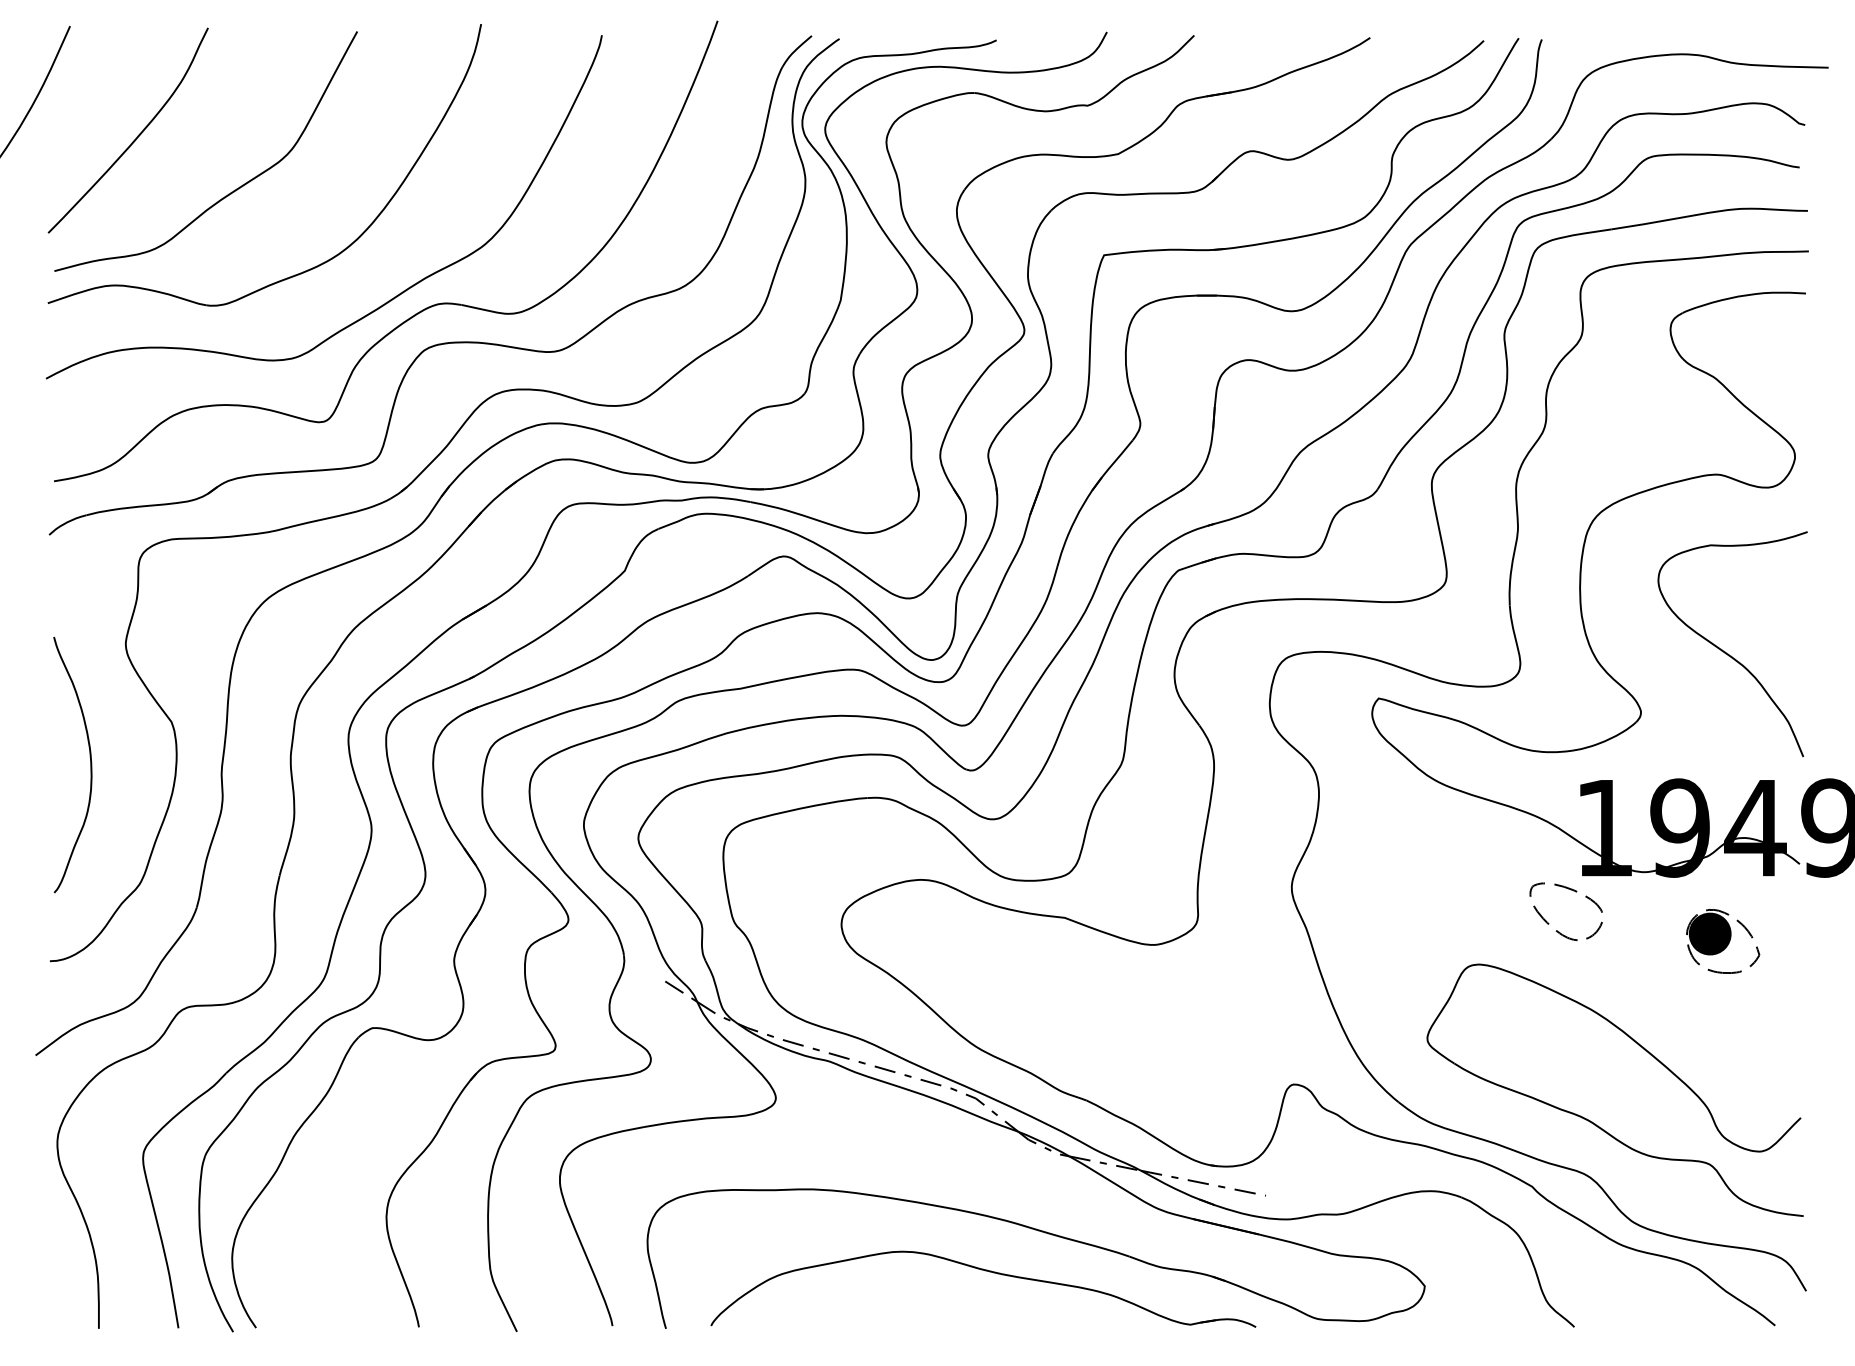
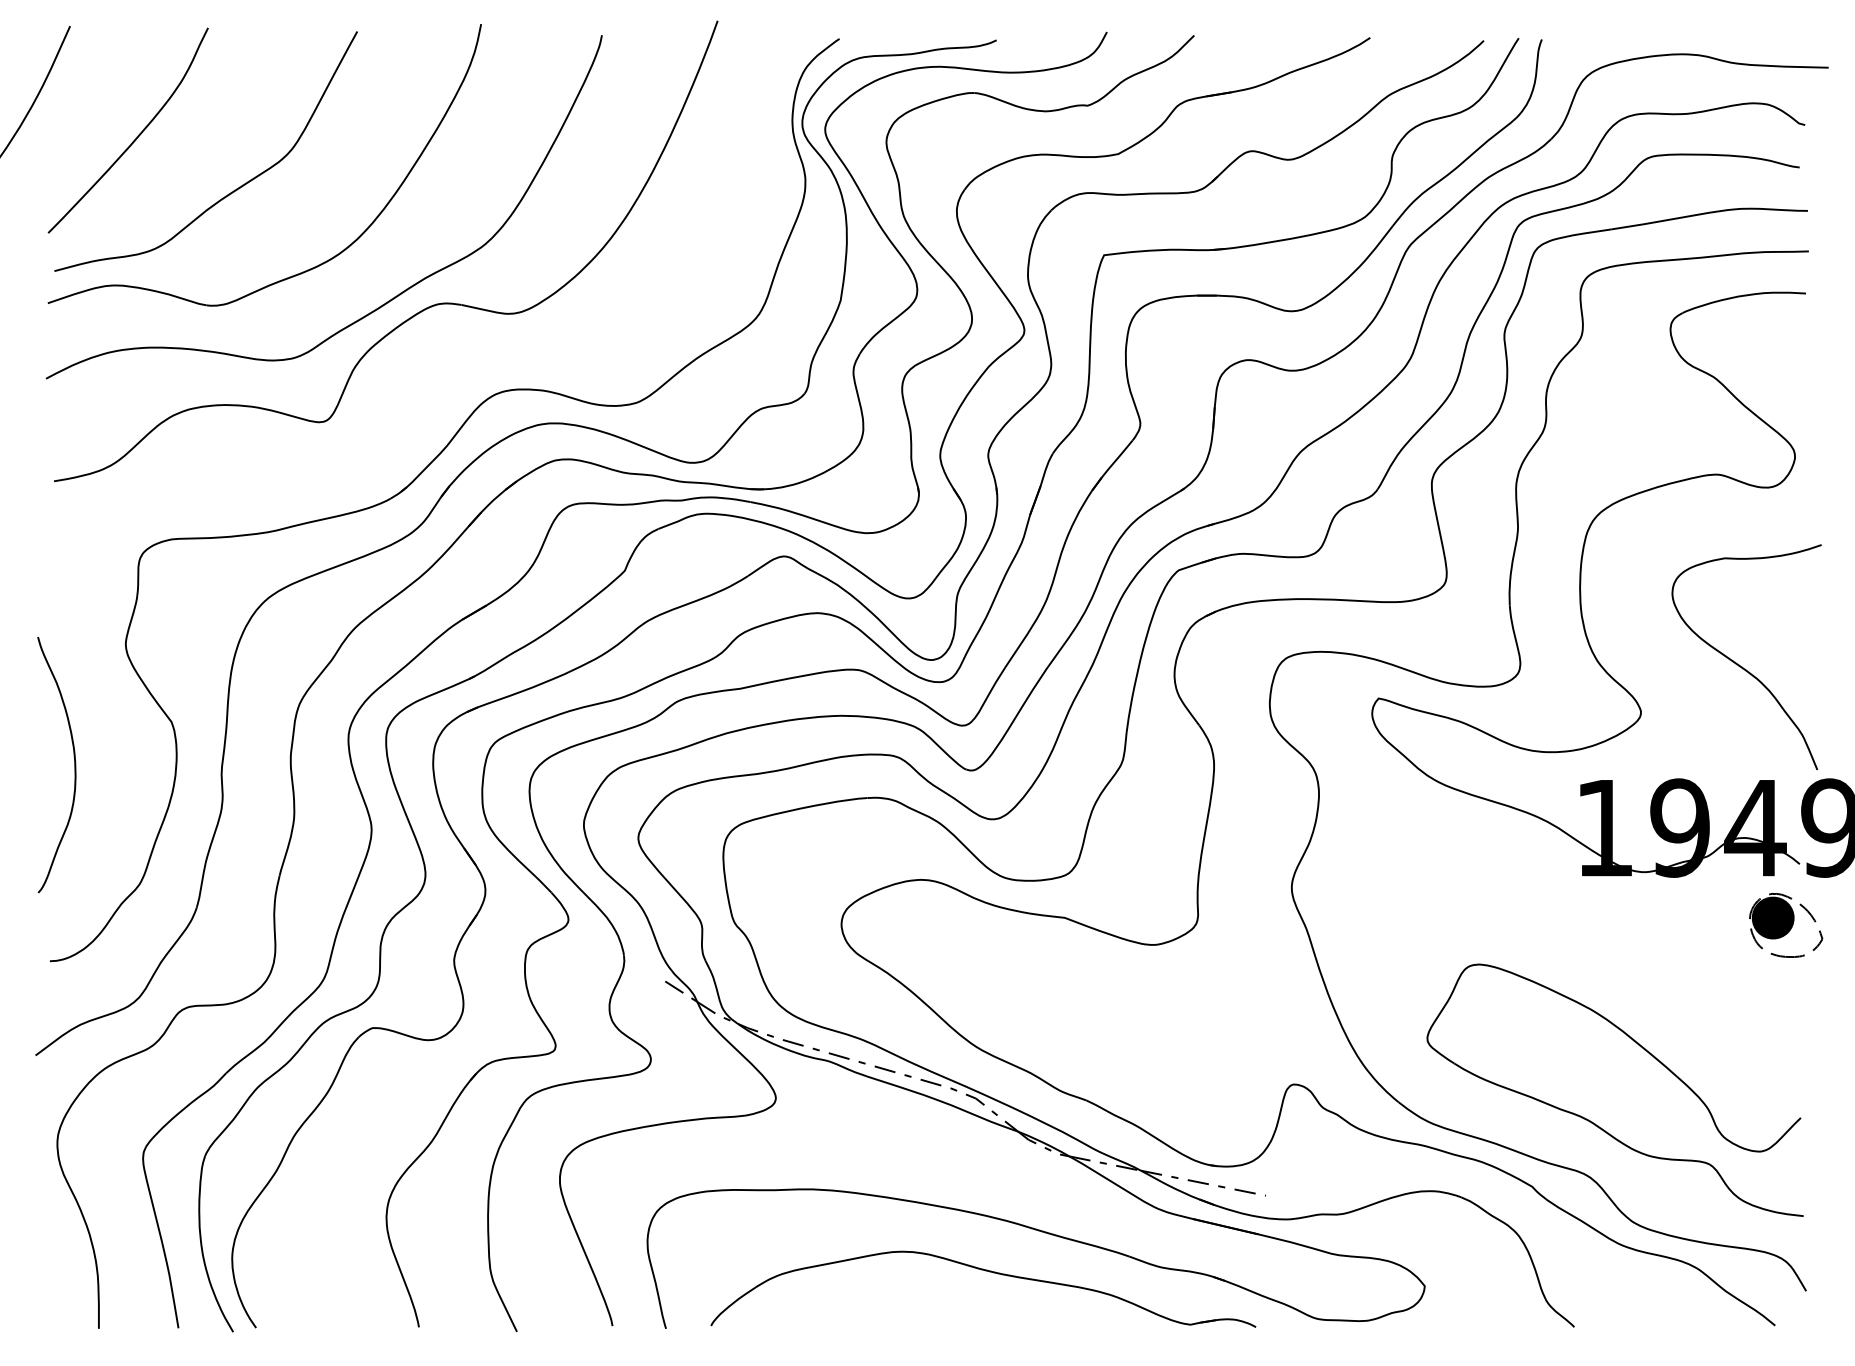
part at (443, 342): present -> none
curve at (1728, 653) position: (1728, 653) -> (1742, 666)
curve at (90, 764) position: (90, 764) -> (74, 764)
part at (1549, 923): present -> none
part at (1723, 941) position: (1723, 941) -> (1786, 925)
